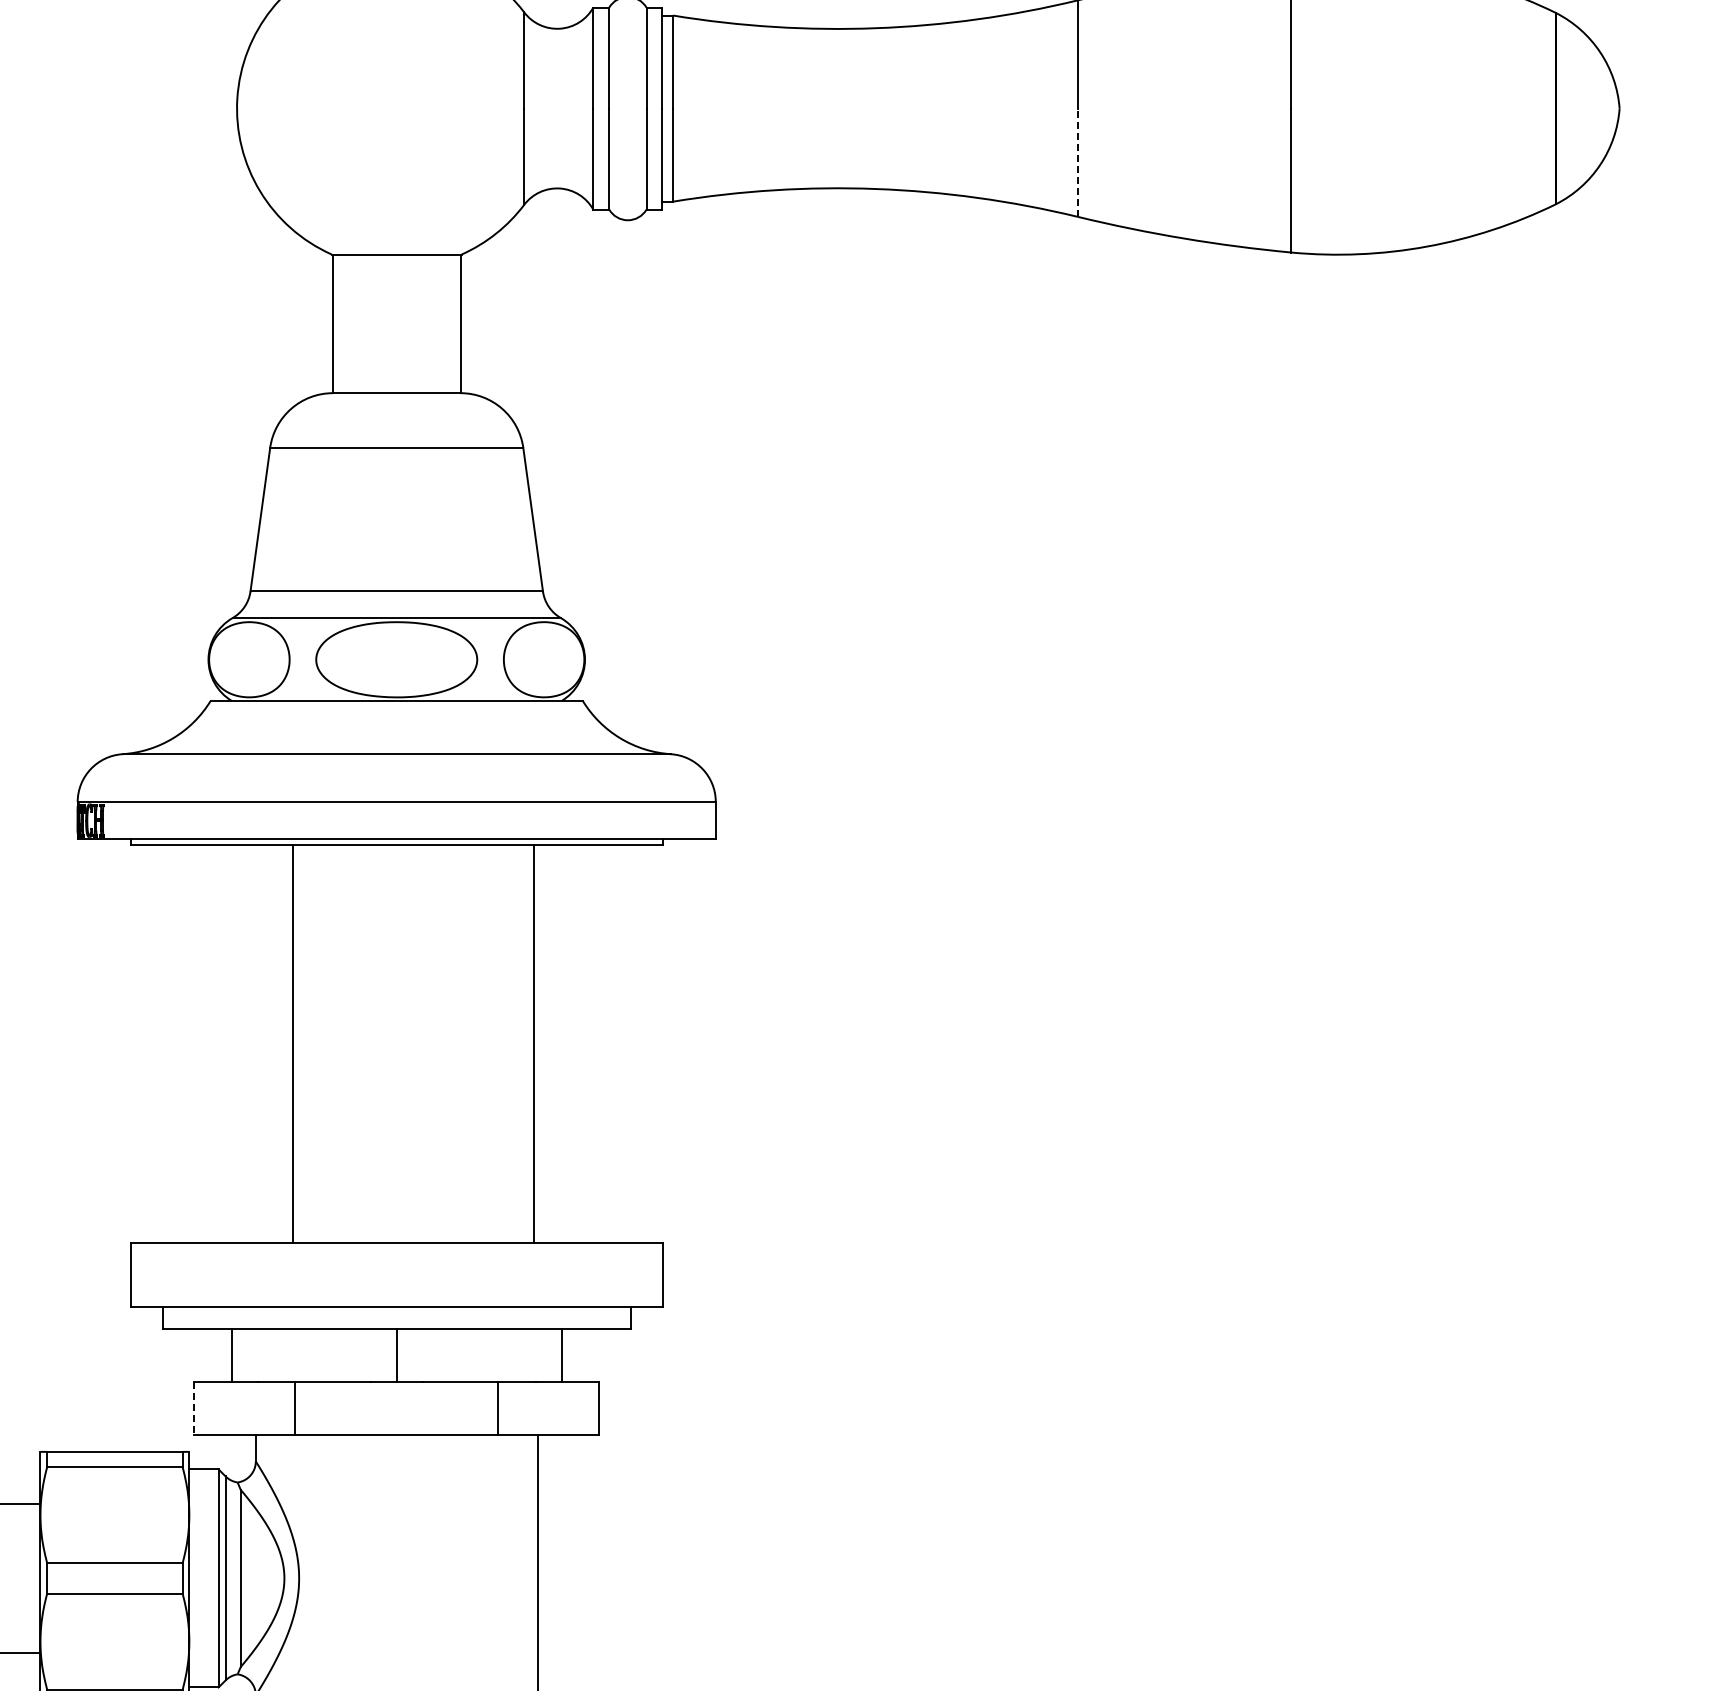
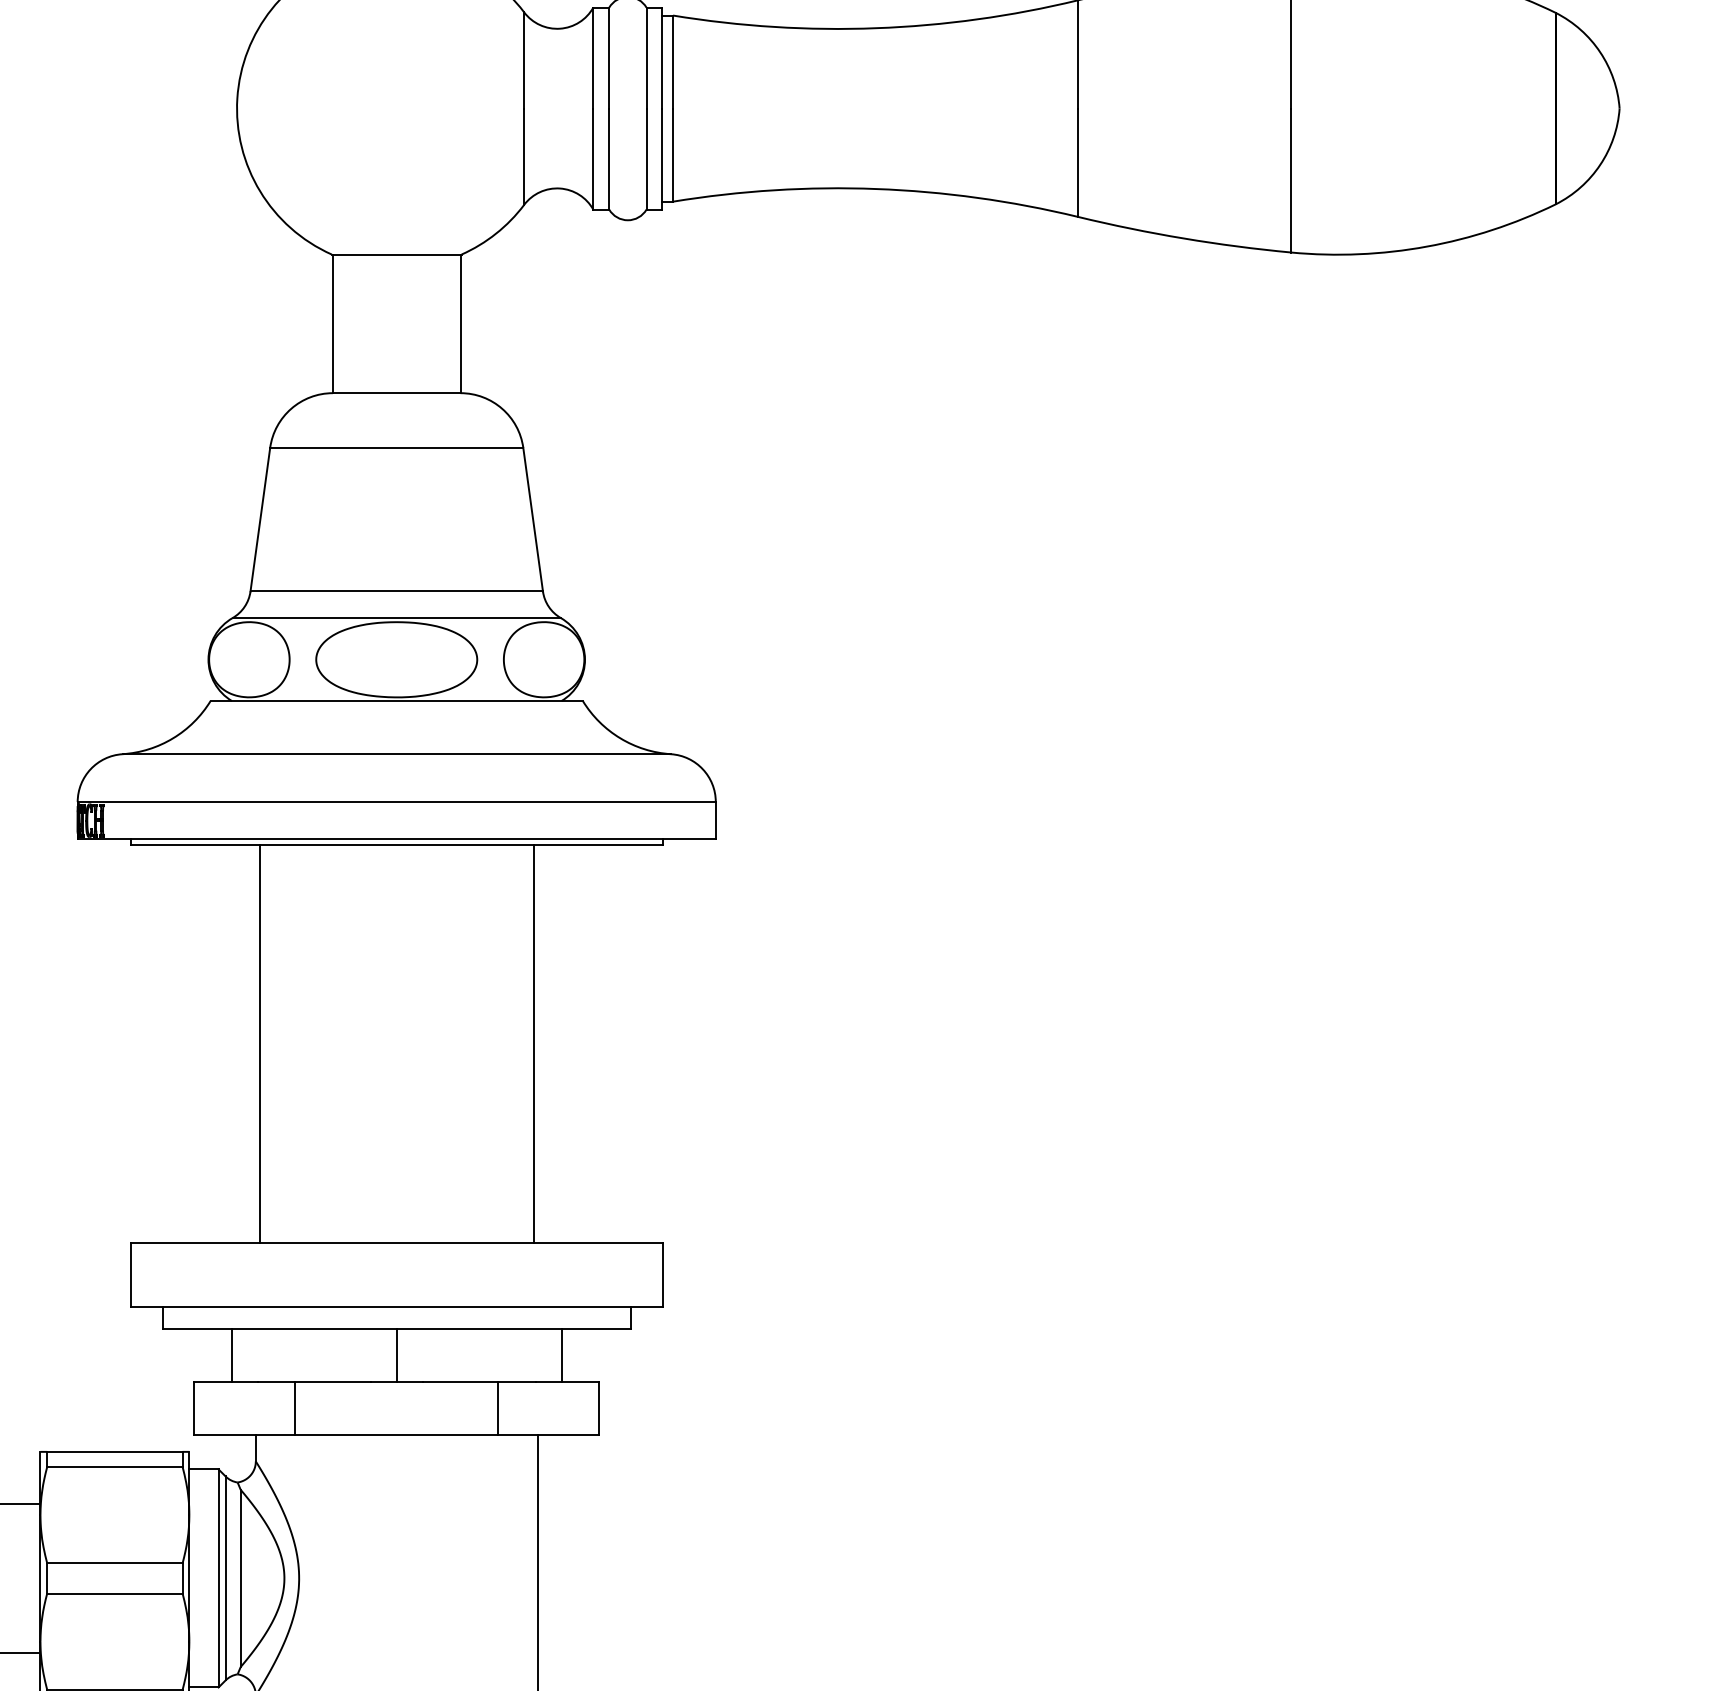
line at (1077, 162): dashed -> solid
line at (292, 1043) position: (292, 1043) -> (259, 1043)
line at (194, 1408): dashed -> solid
